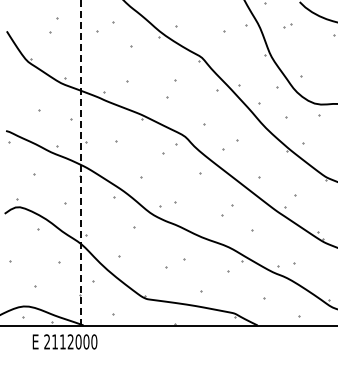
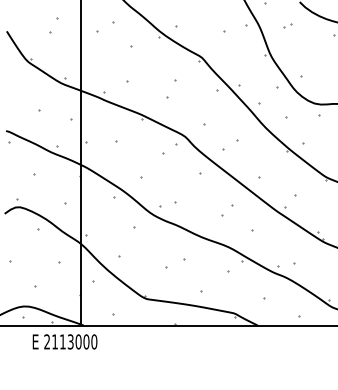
line at (81, 162): dashed -> solid
text at (70, 341): 2112000 -> 2113000
